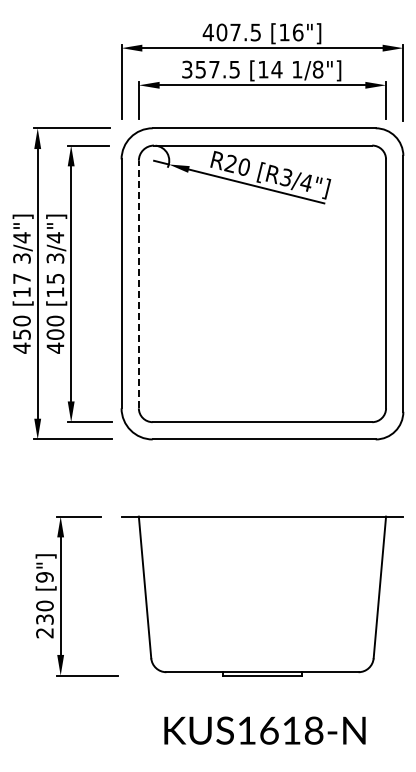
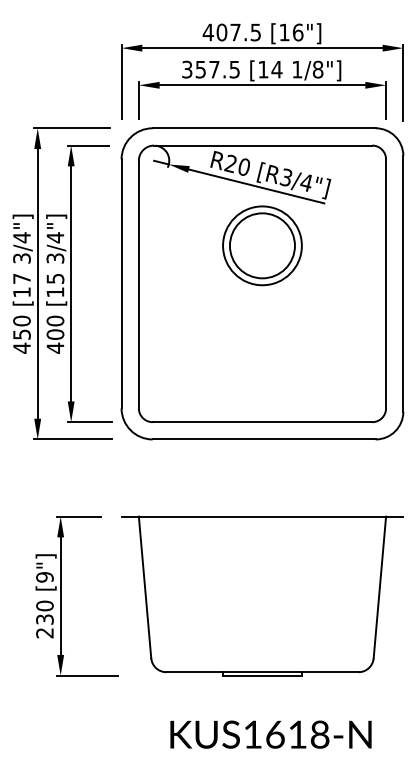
part at (262, 245): none -> present
line at (138, 284): dashed -> solid
text at (264, 730) position: (264, 730) -> (270, 734)
